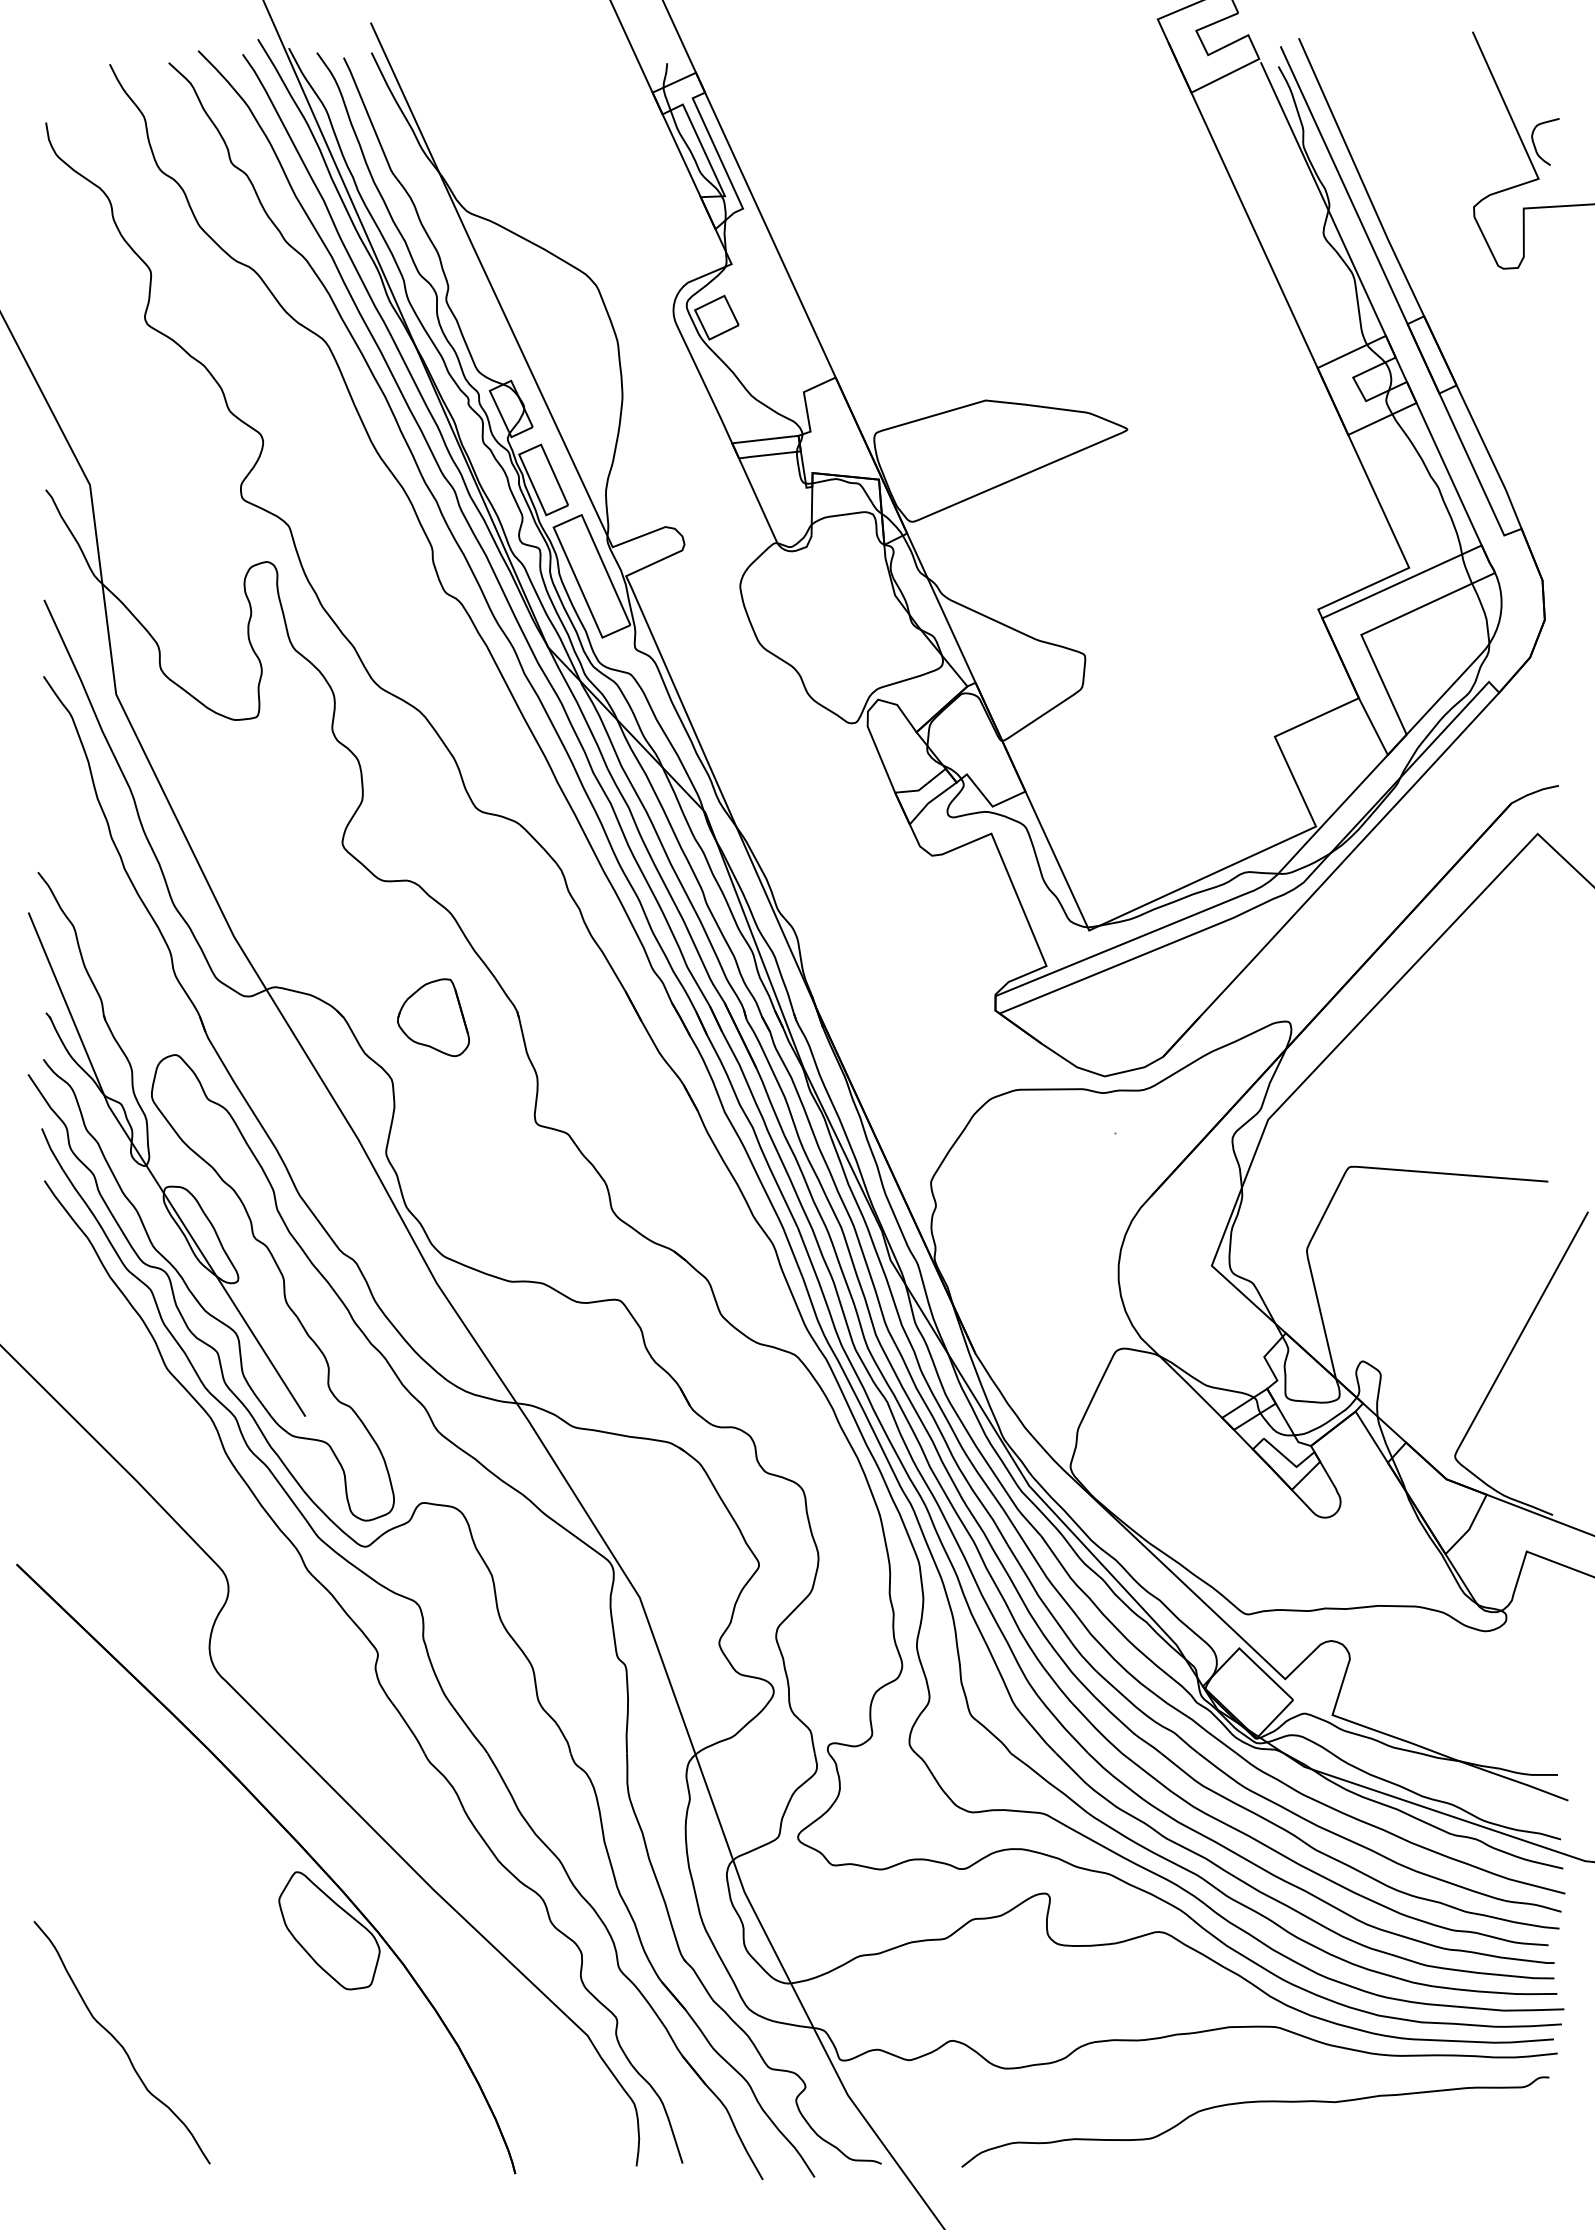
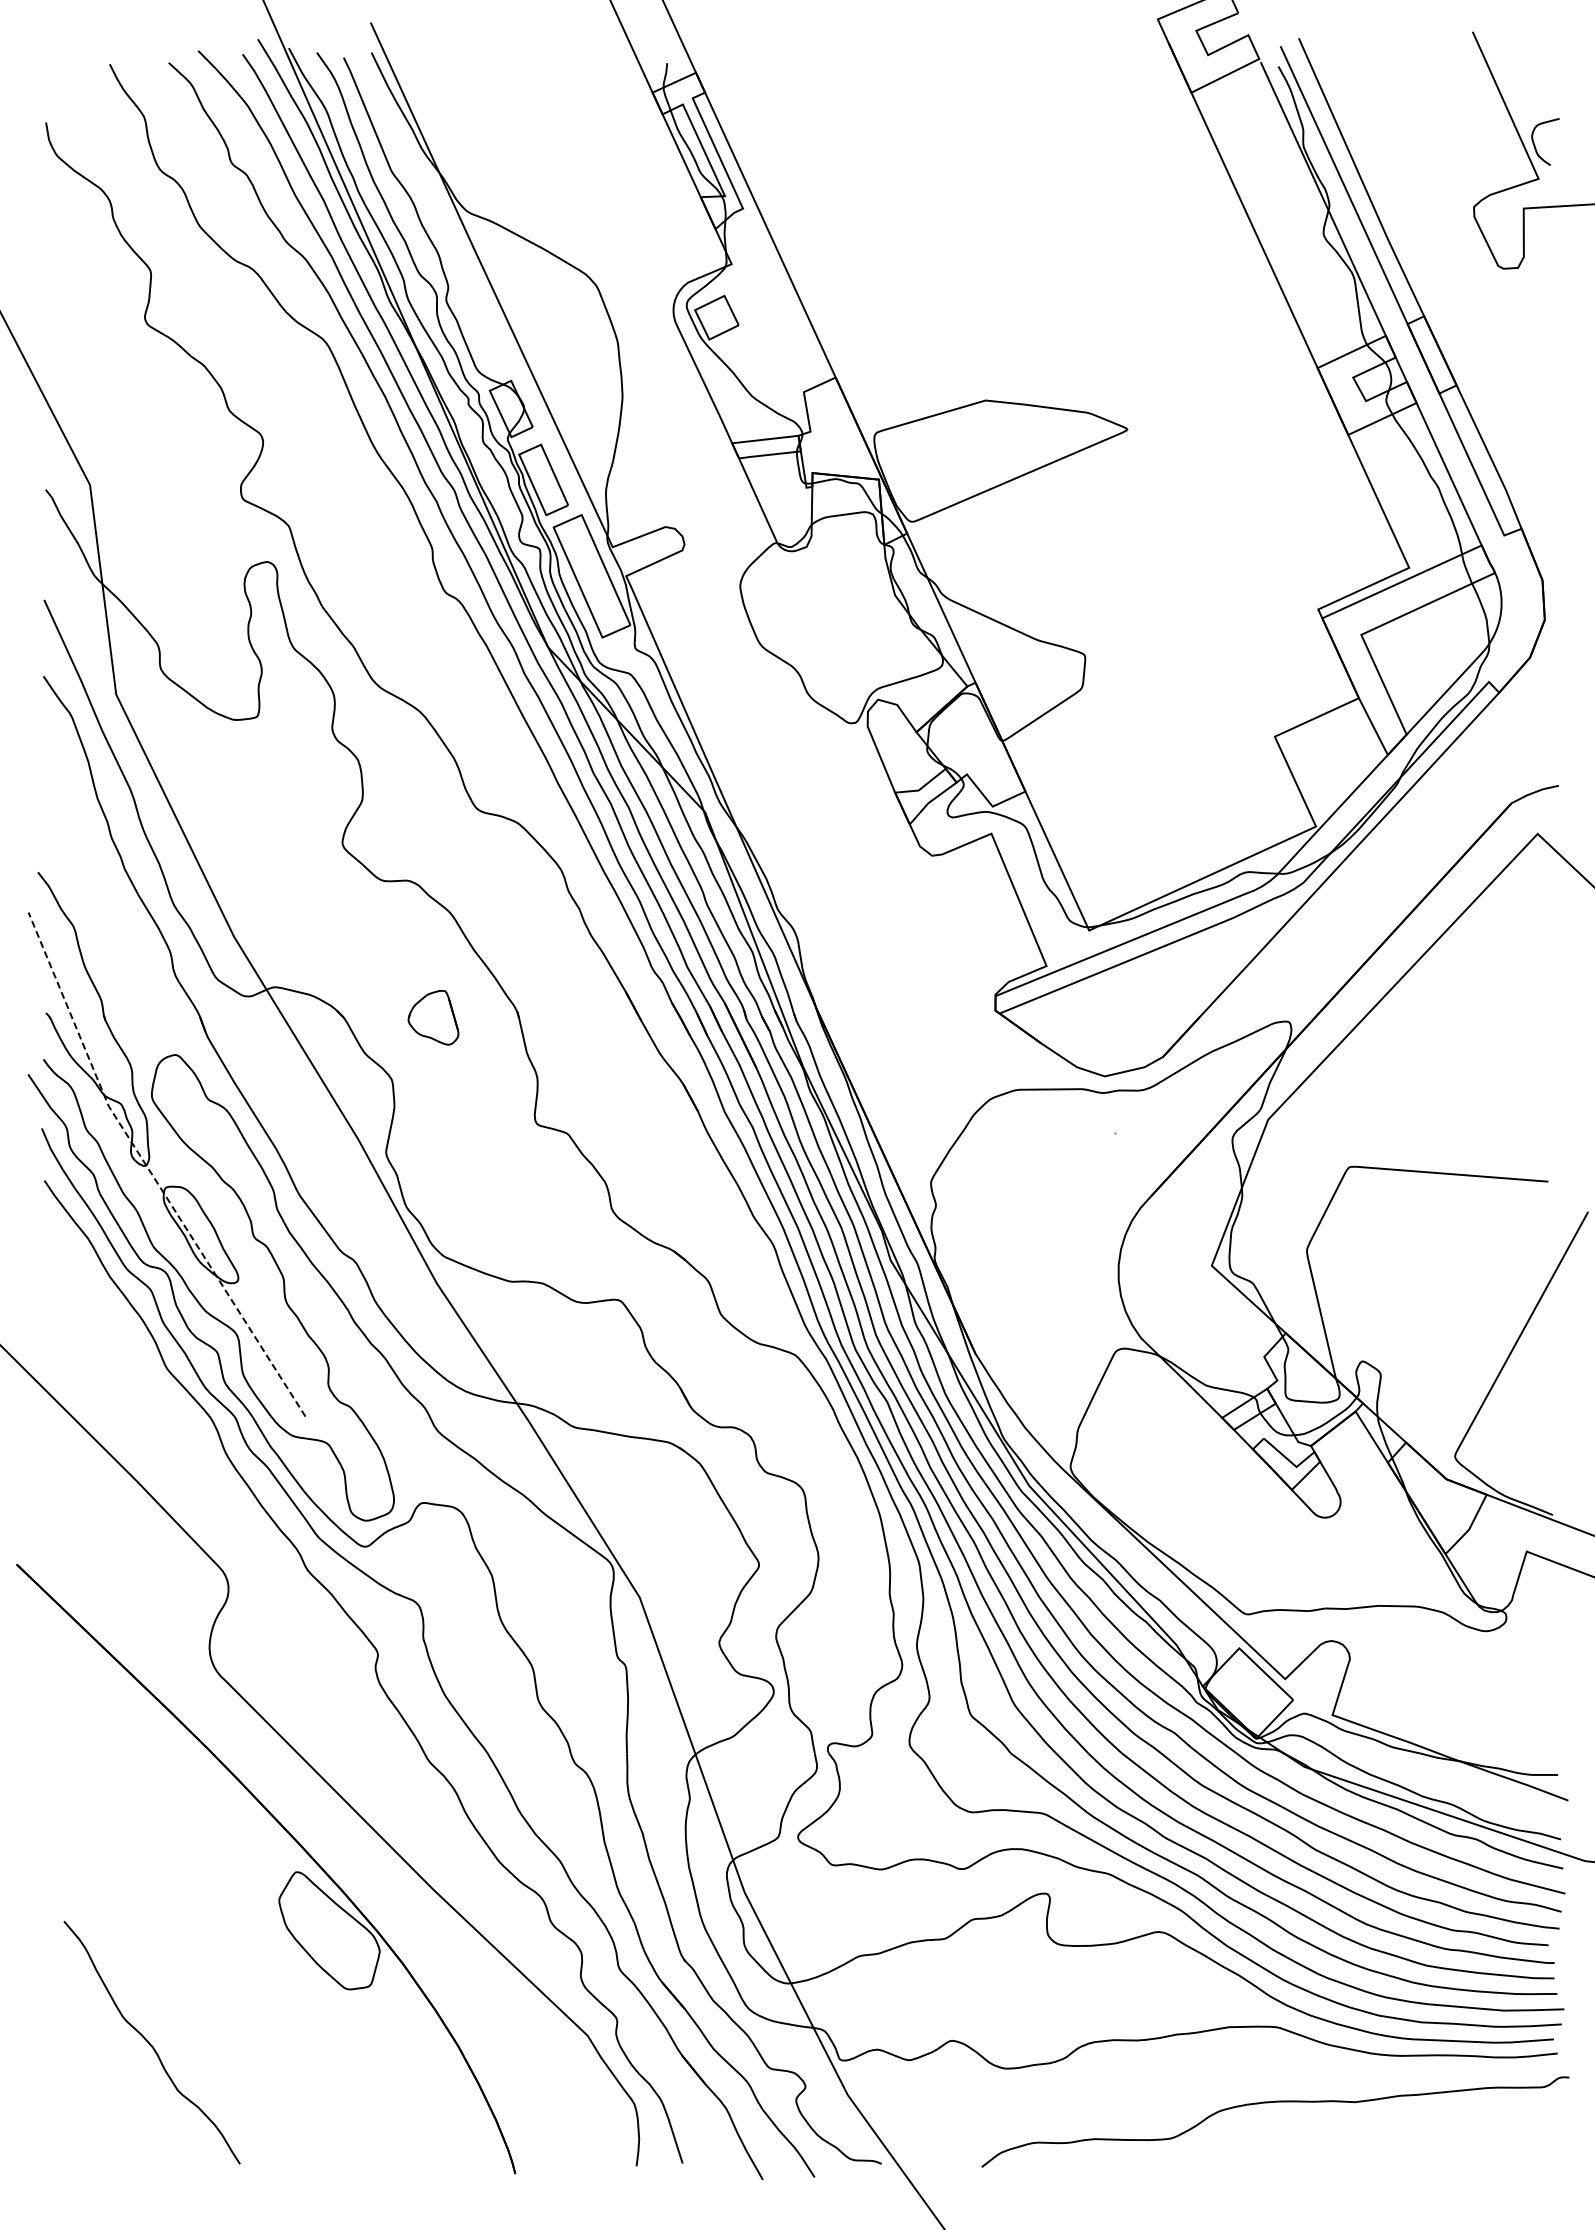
part at (433, 1017) size: 73x80 px -> 53x56 px
line at (150, 1172): solid -> dashed
curve at (120, 2043) position: (120, 2043) -> (150, 2043)
curve at (1249, 2103) position: (1249, 2103) -> (1269, 2103)
